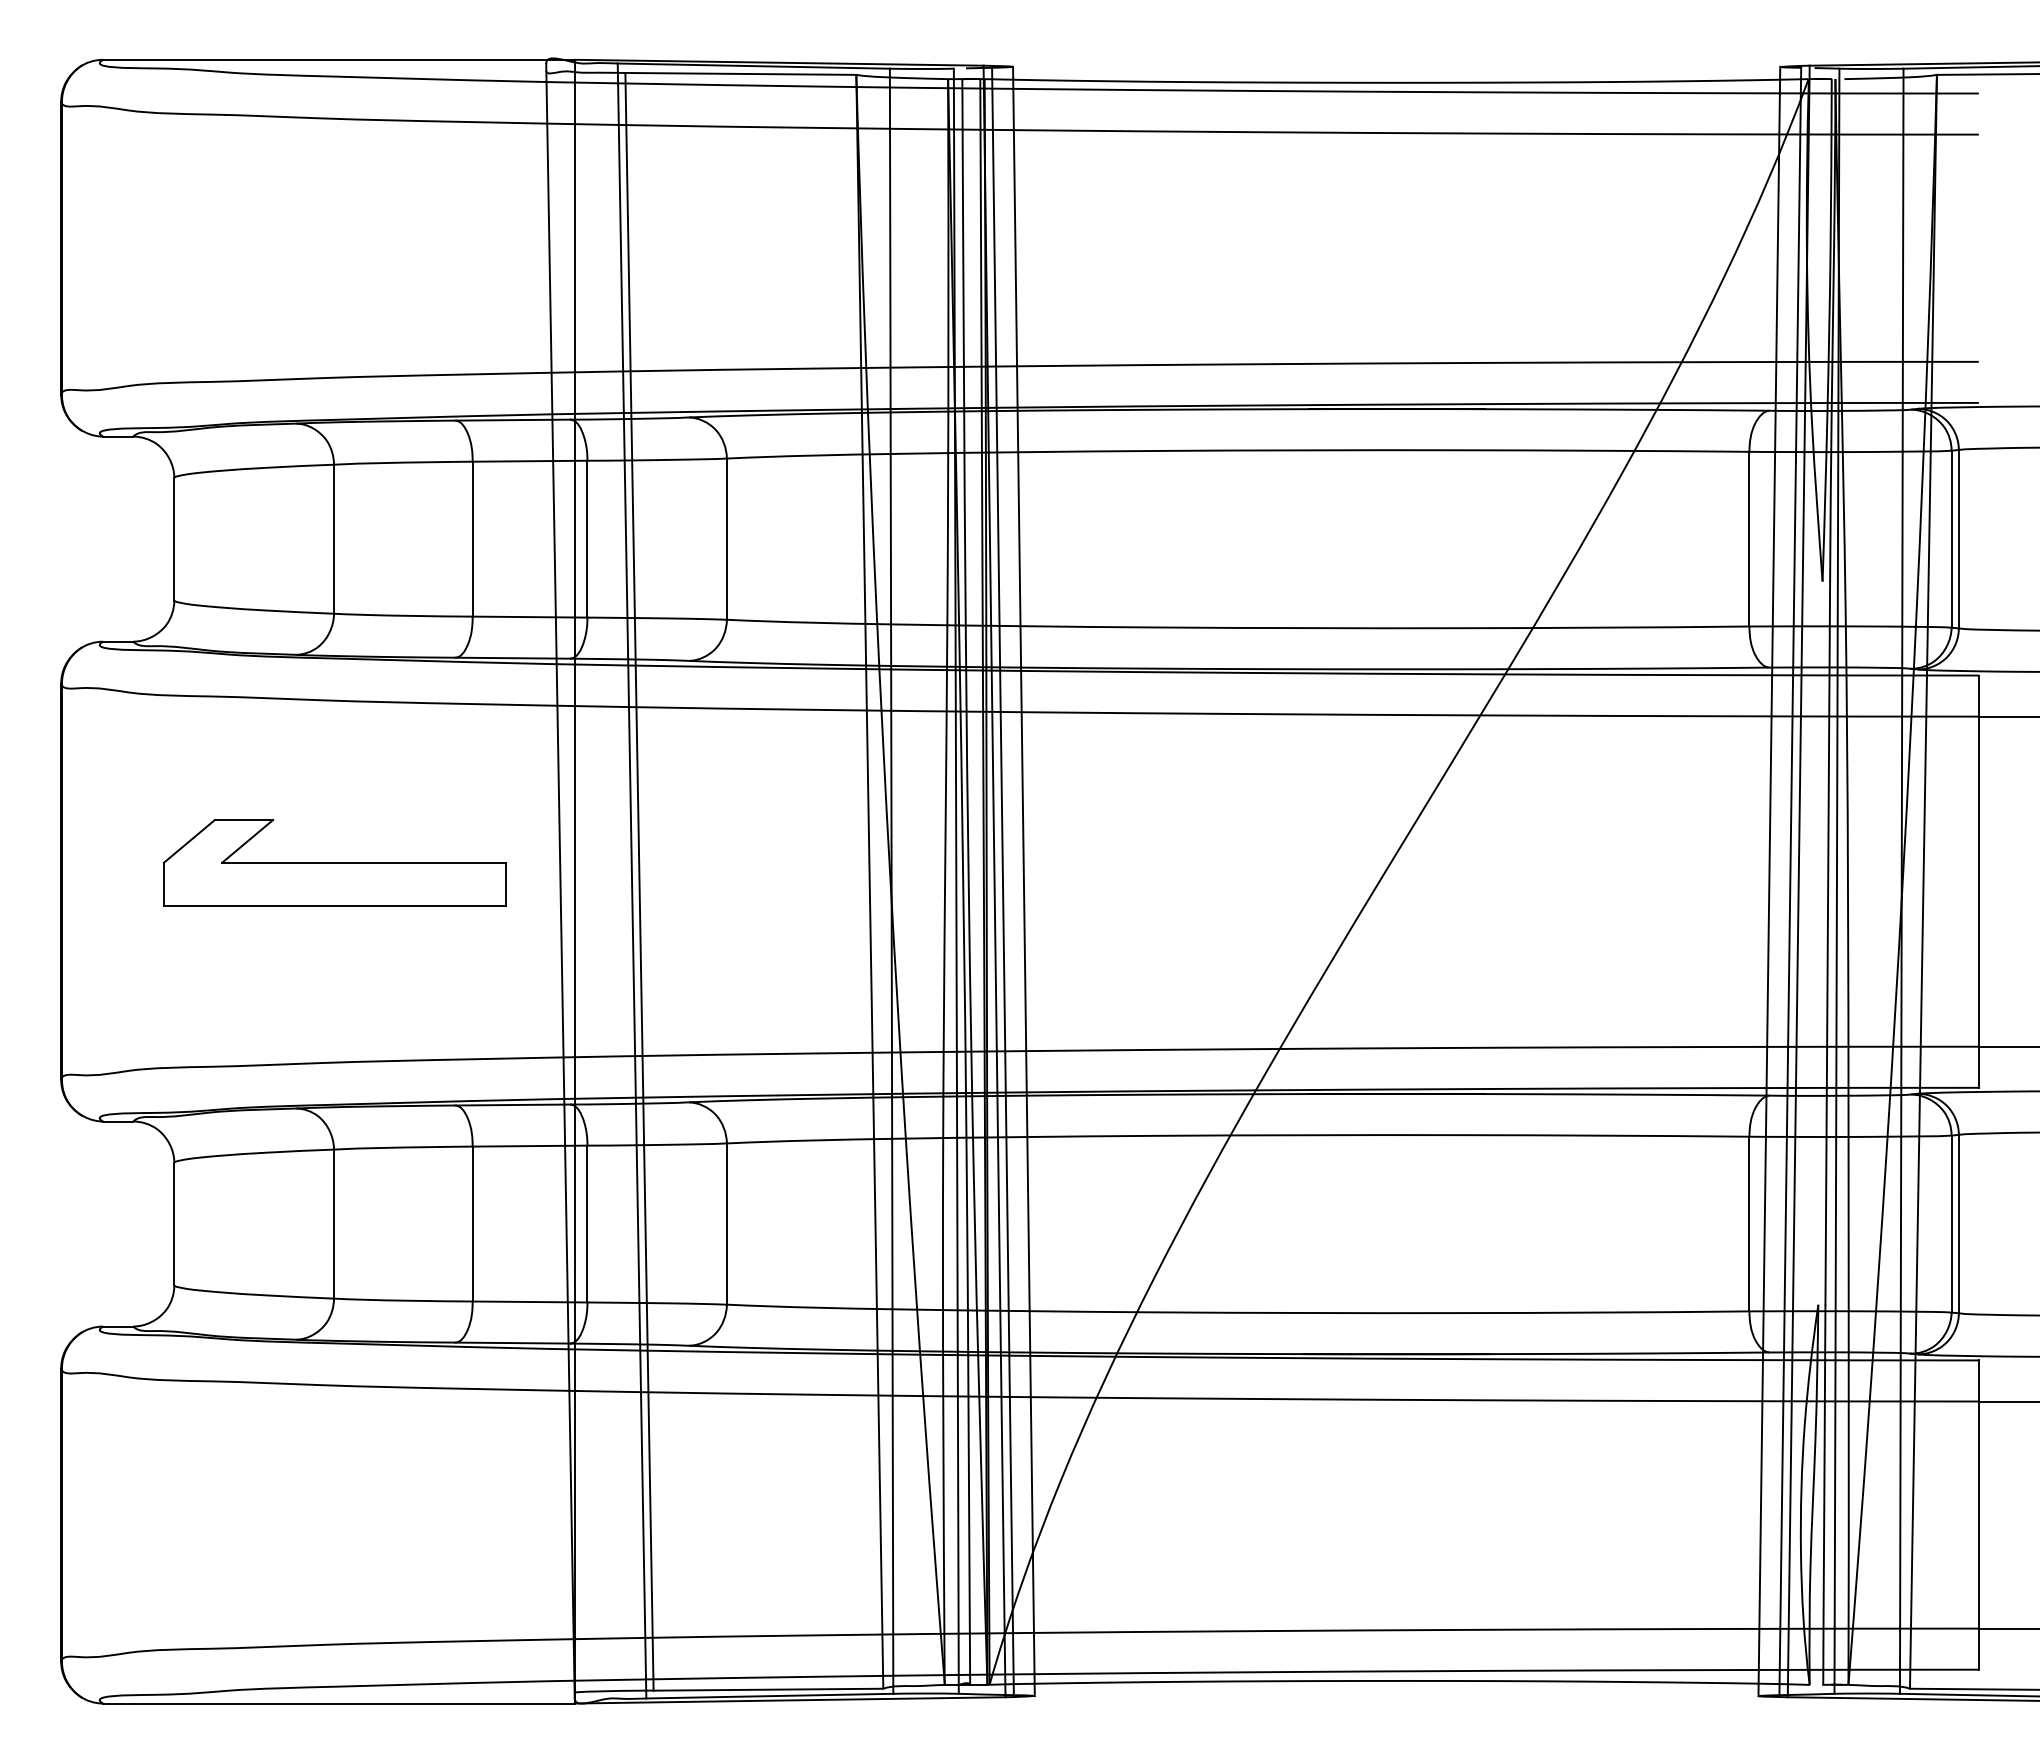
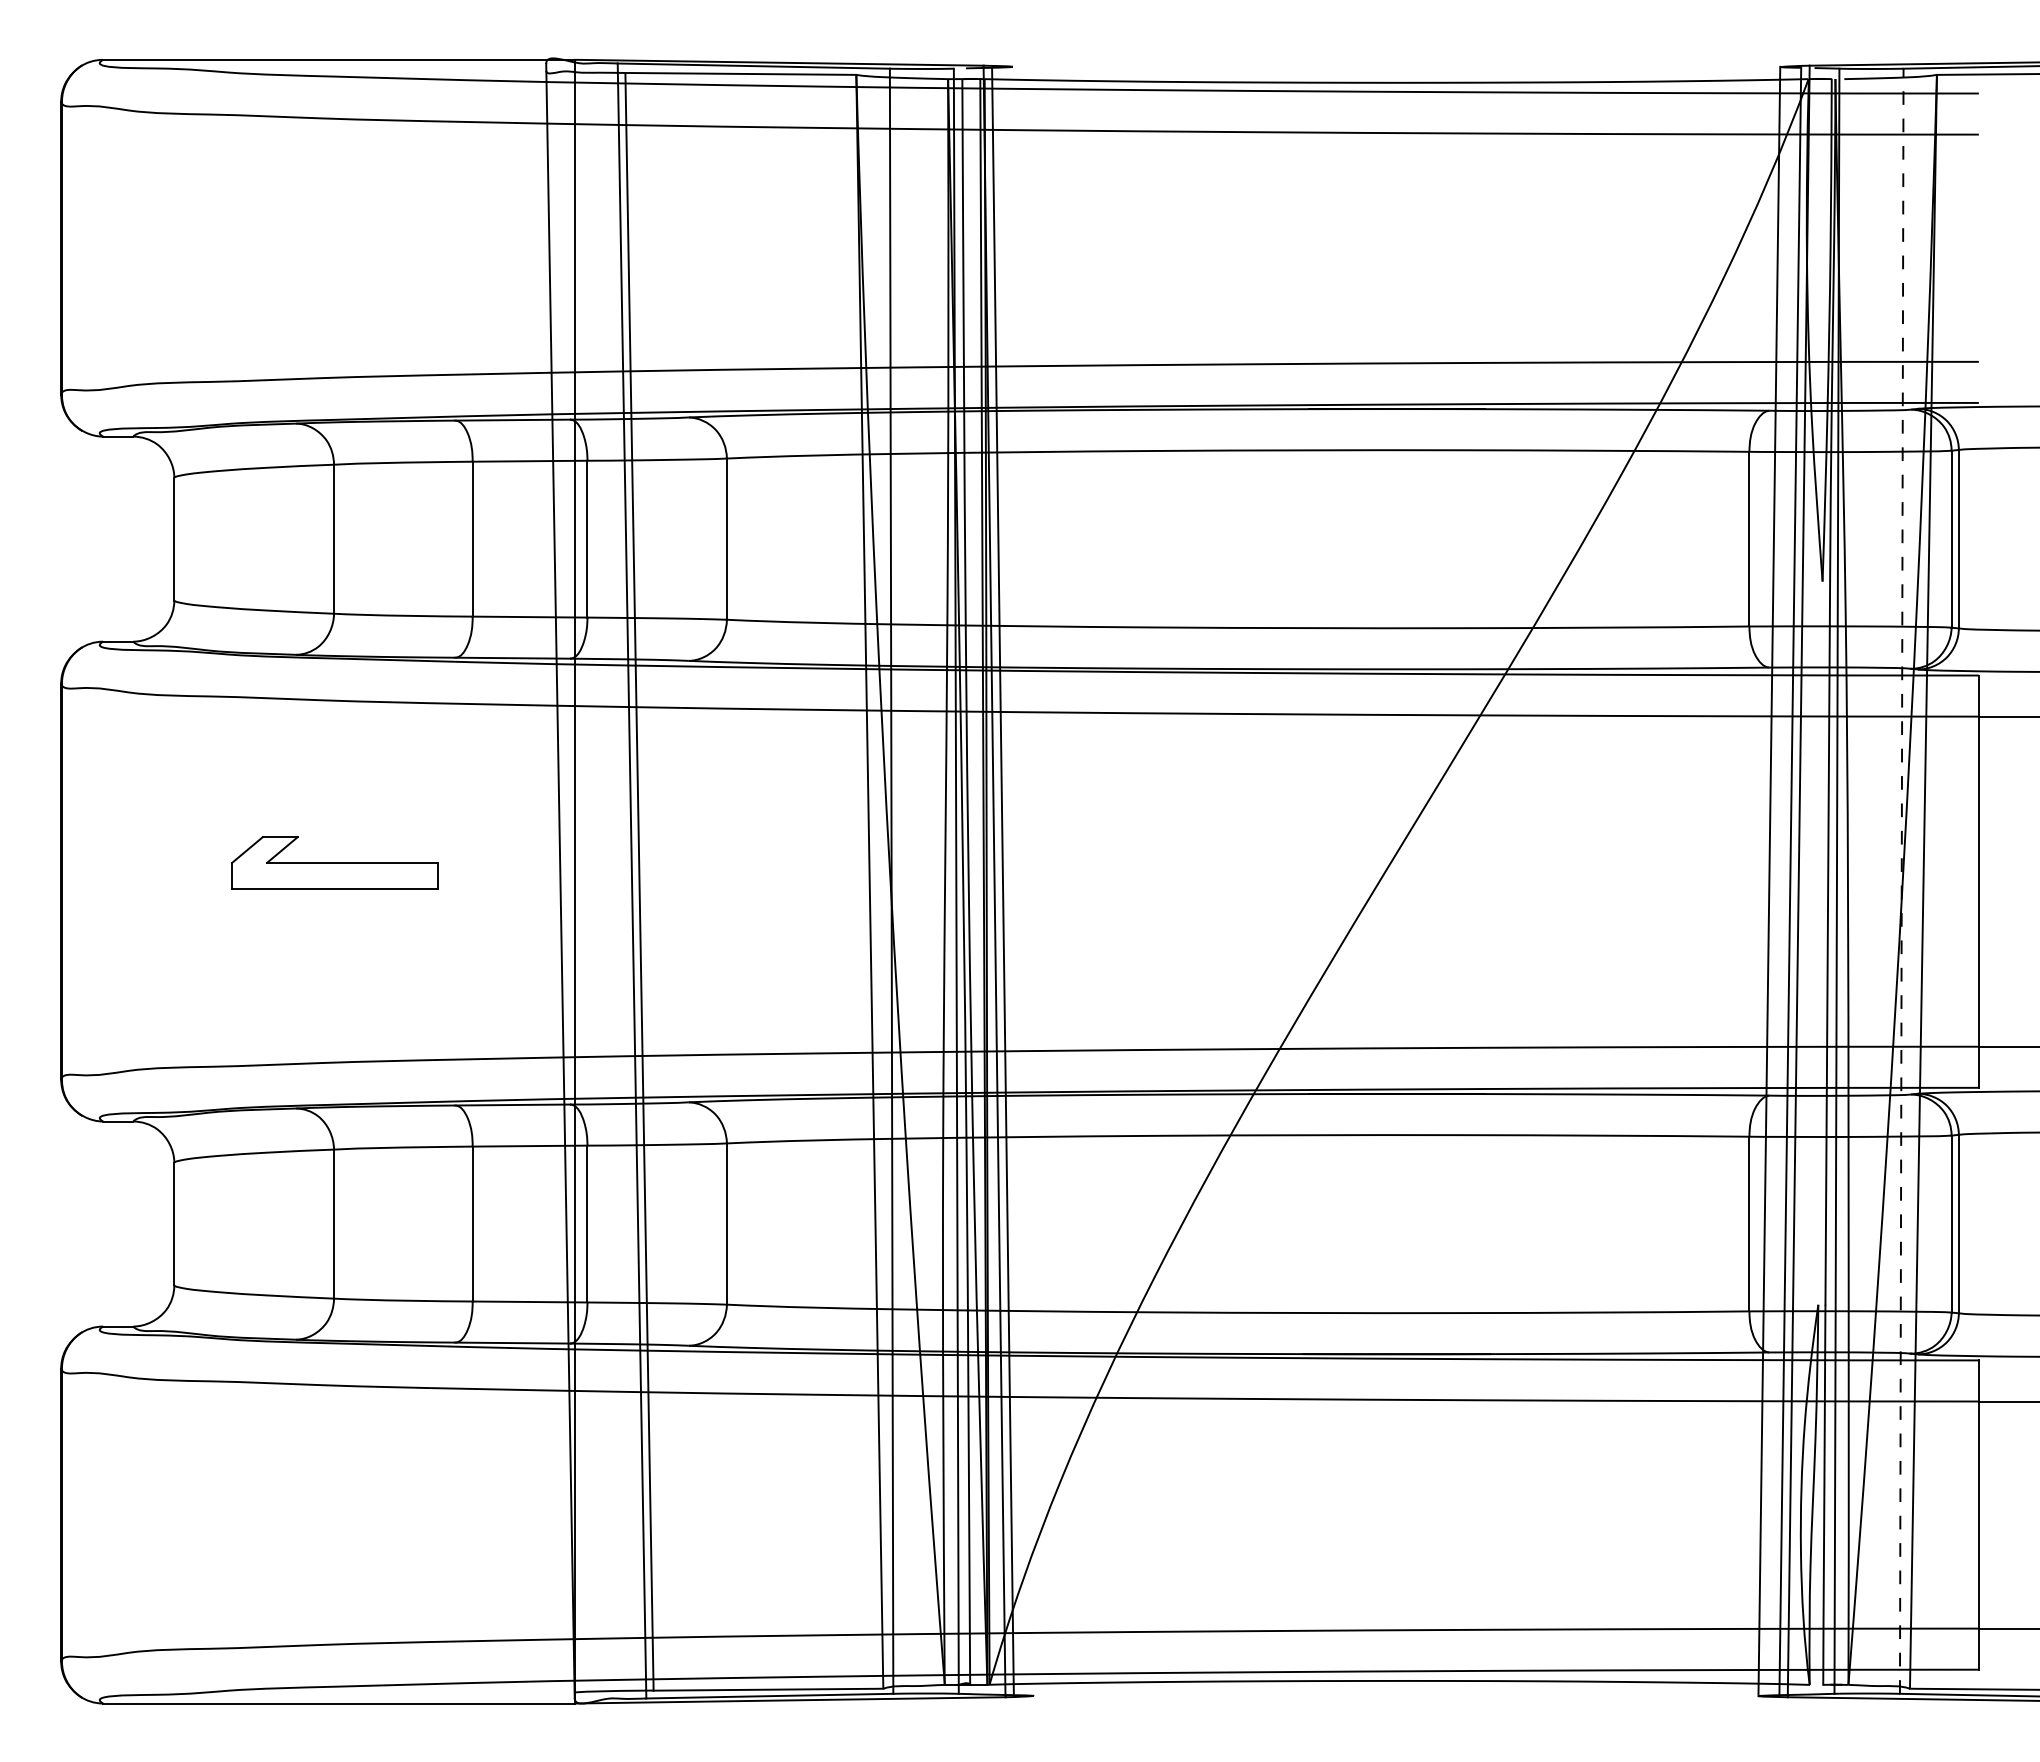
part at (334, 862) size: 345x88 px -> 208x54 px
line at (1023, 881): present -> none
line at (1901, 881): solid -> dashed
